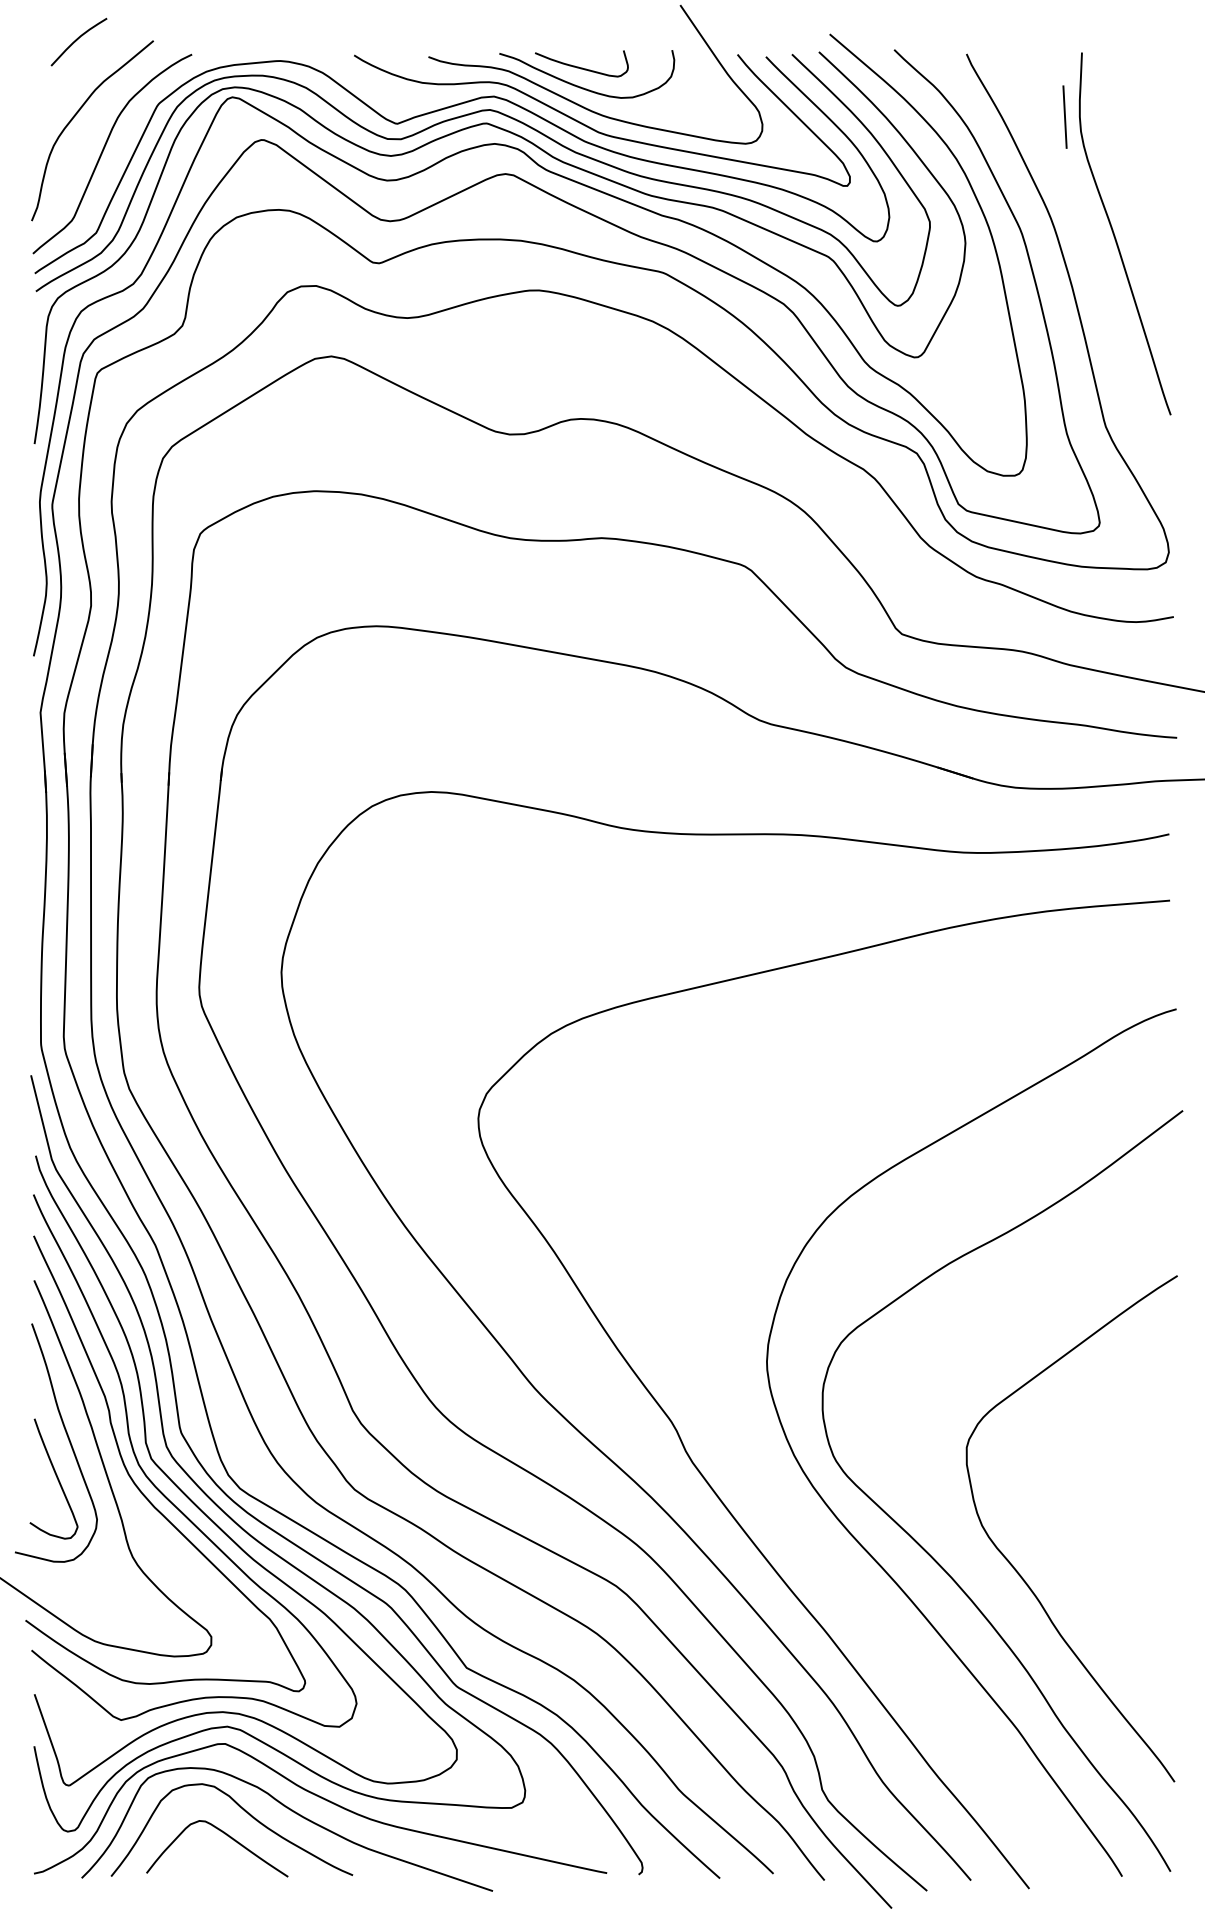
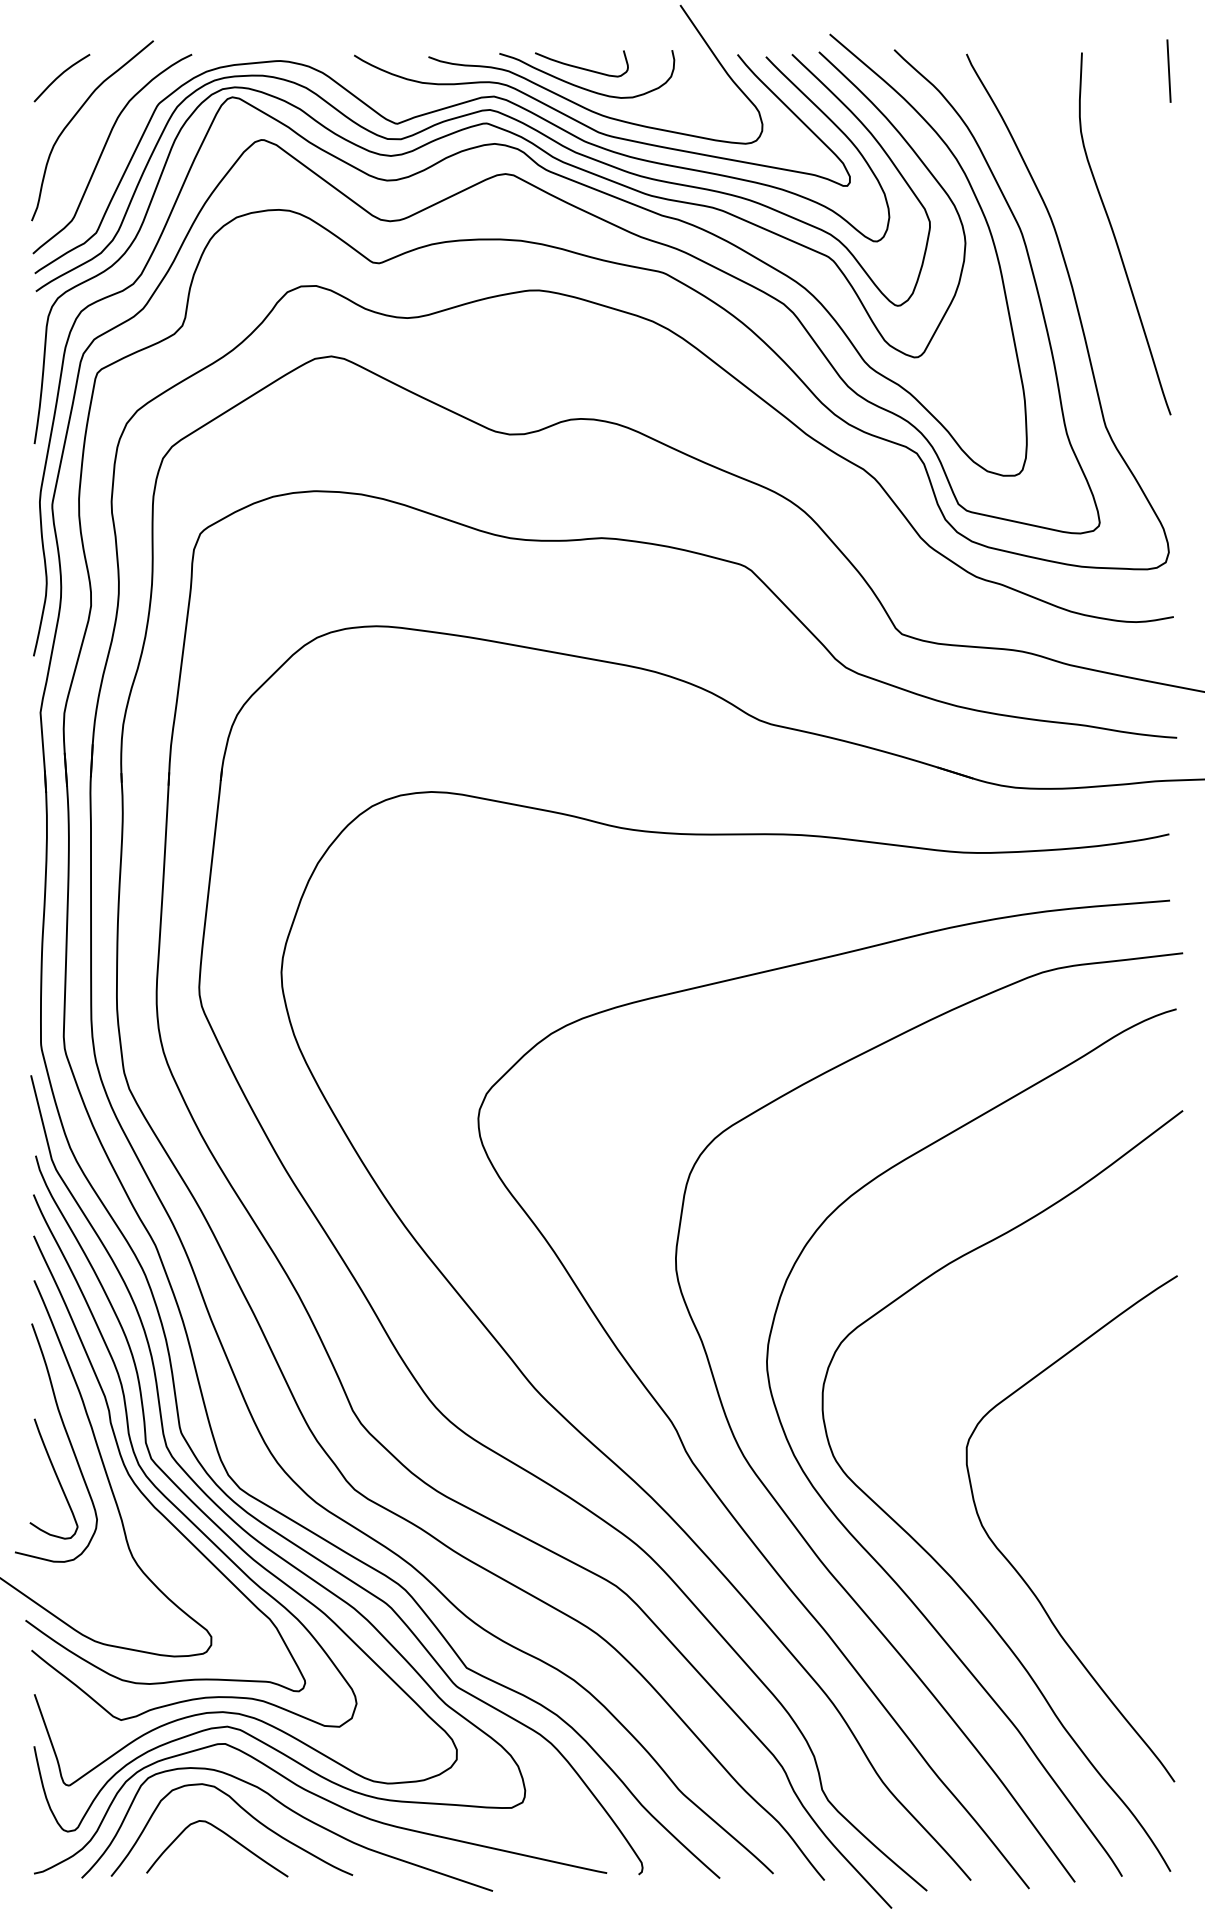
curve at (77, 40) position: (77, 40) -> (60, 76)
line at (1064, 116) position: (1064, 116) -> (1168, 70)
curve at (790, 1518): none -> present
